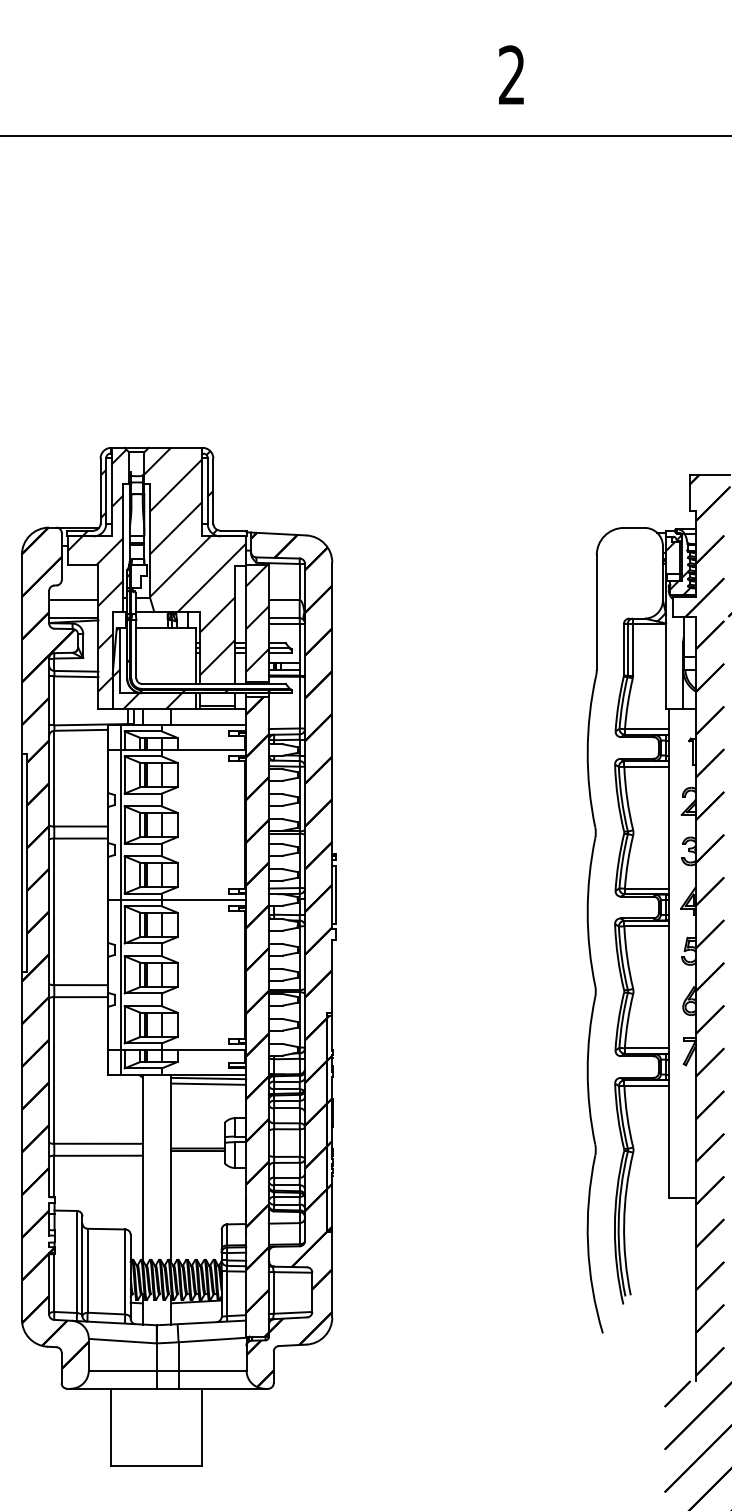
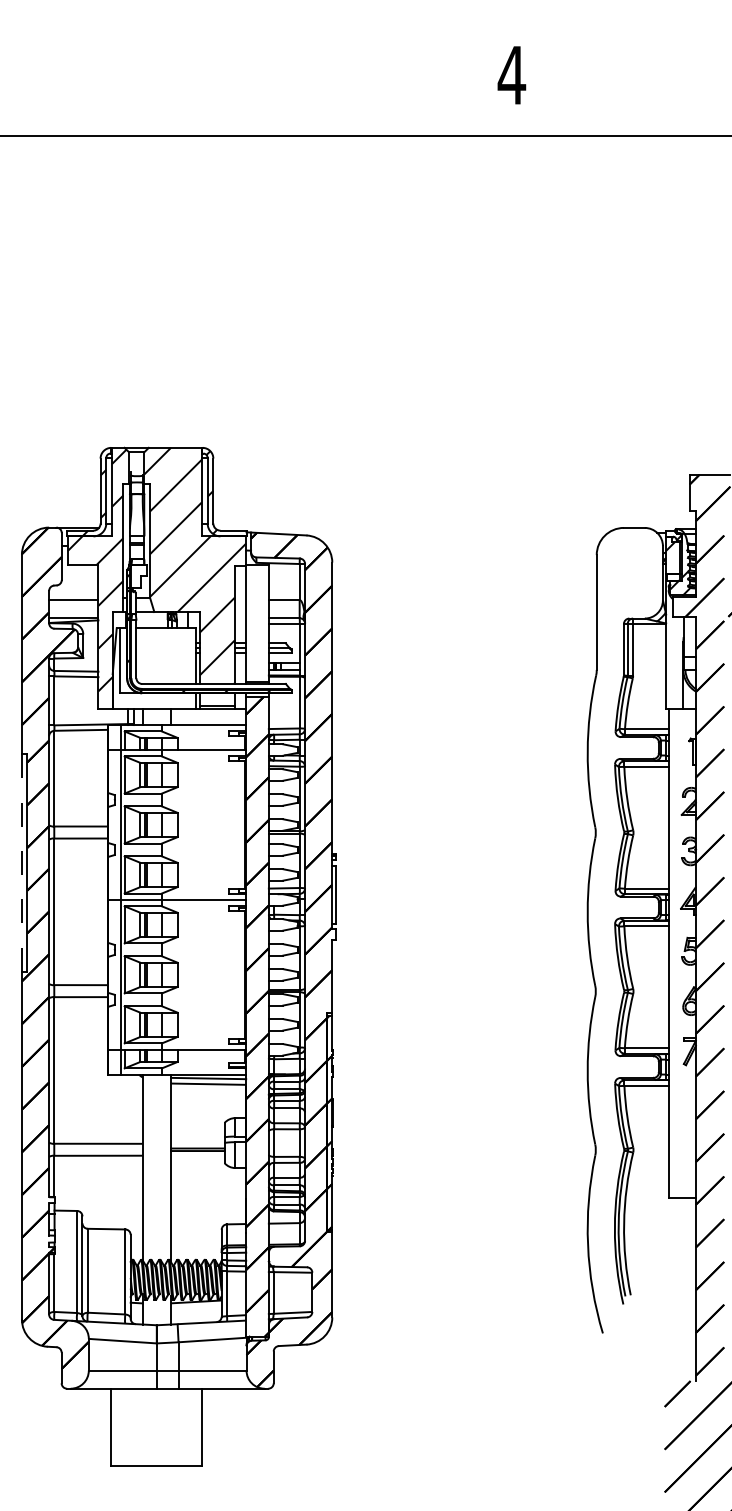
text at (511, 74): 2 -> 4
hatch at (257, 618): present -> none
hatch at (146, 668): present -> none
line at (21, 863): solid -> dashed
